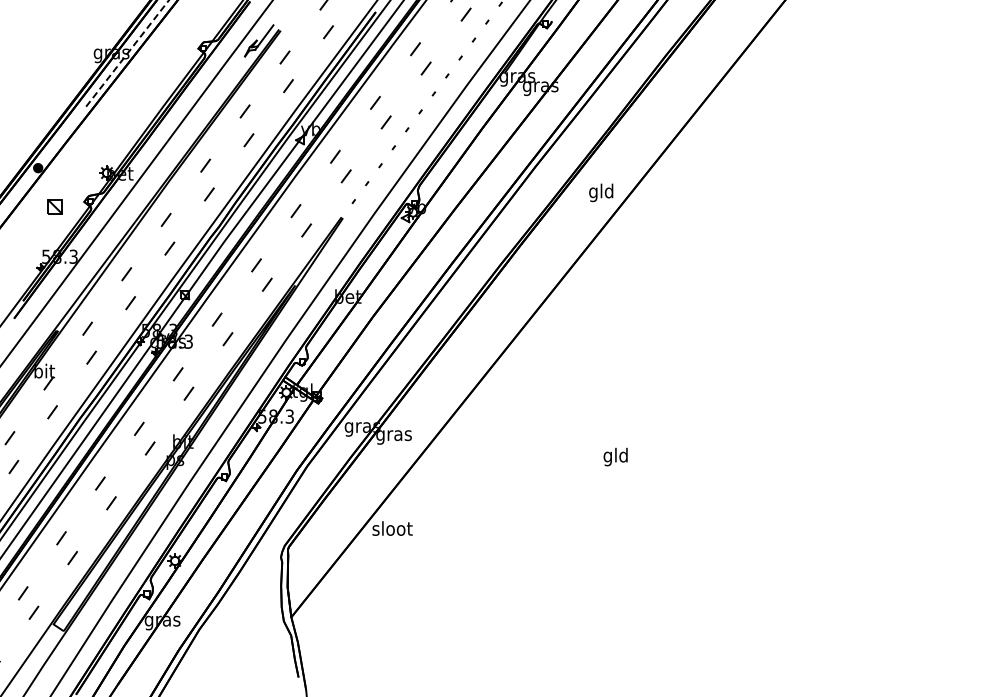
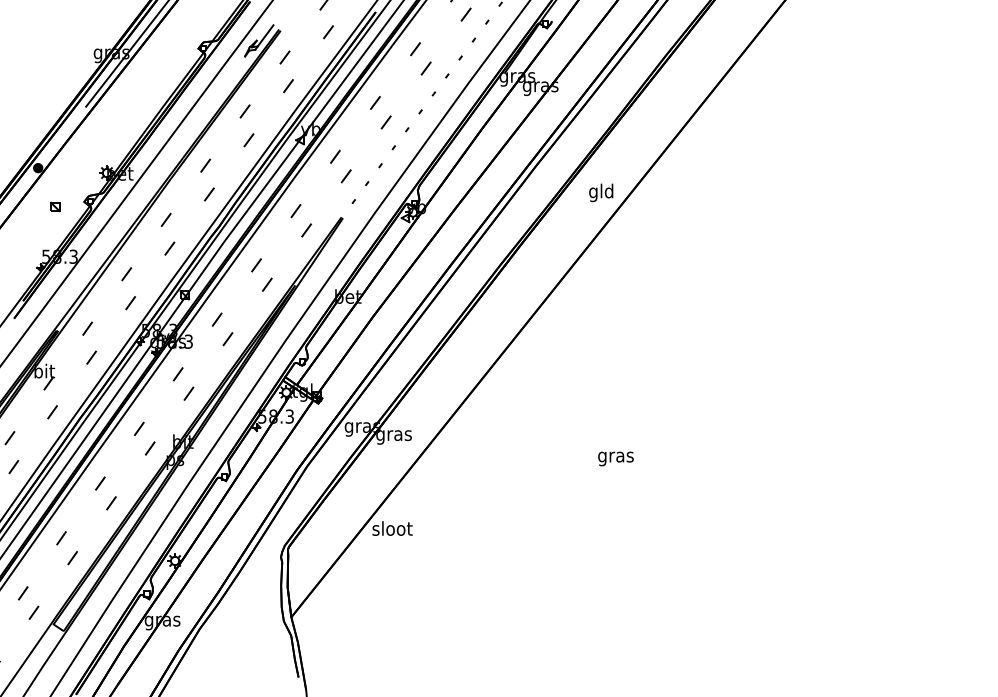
line at (127, 53): dashed -> solid
part at (54, 206) size: 16x16 px -> 11x12 px
text at (615, 456): gld -> gras
